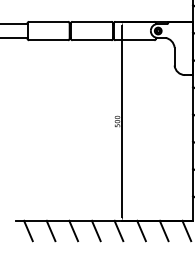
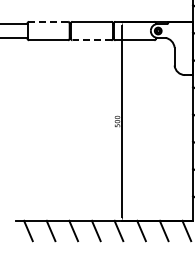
line at (48, 21): solid -> dashed
line at (91, 40): solid -> dashed
